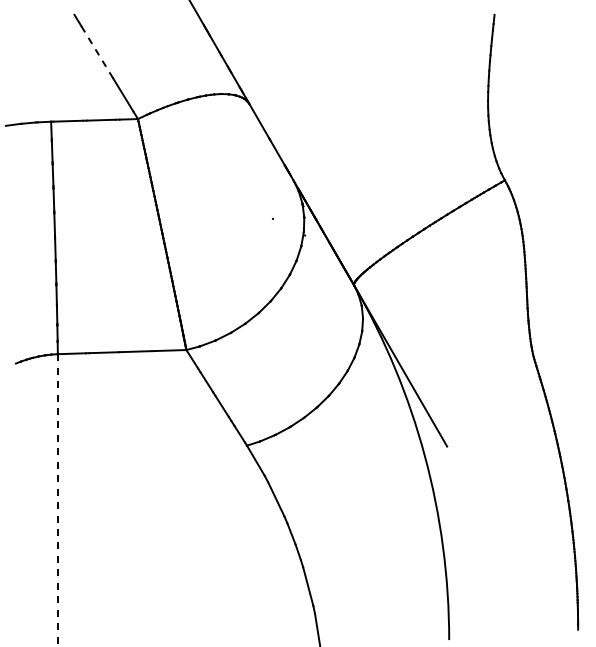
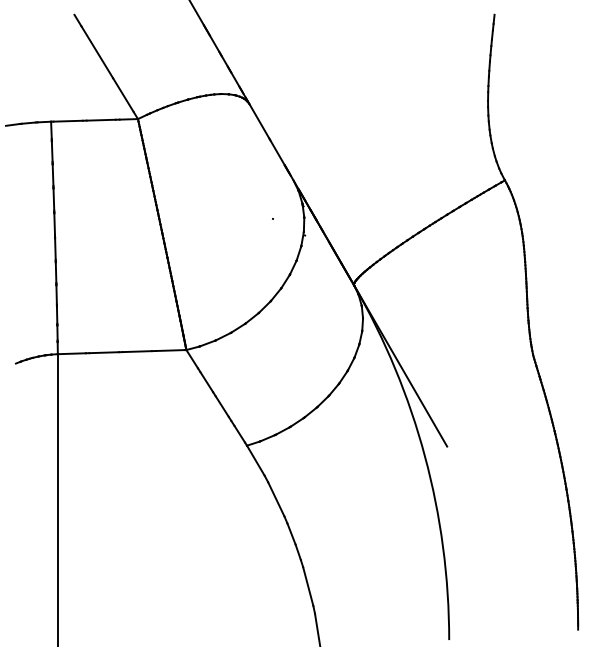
line at (97, 51): dashed -> solid
line at (57, 500): dashed -> solid
